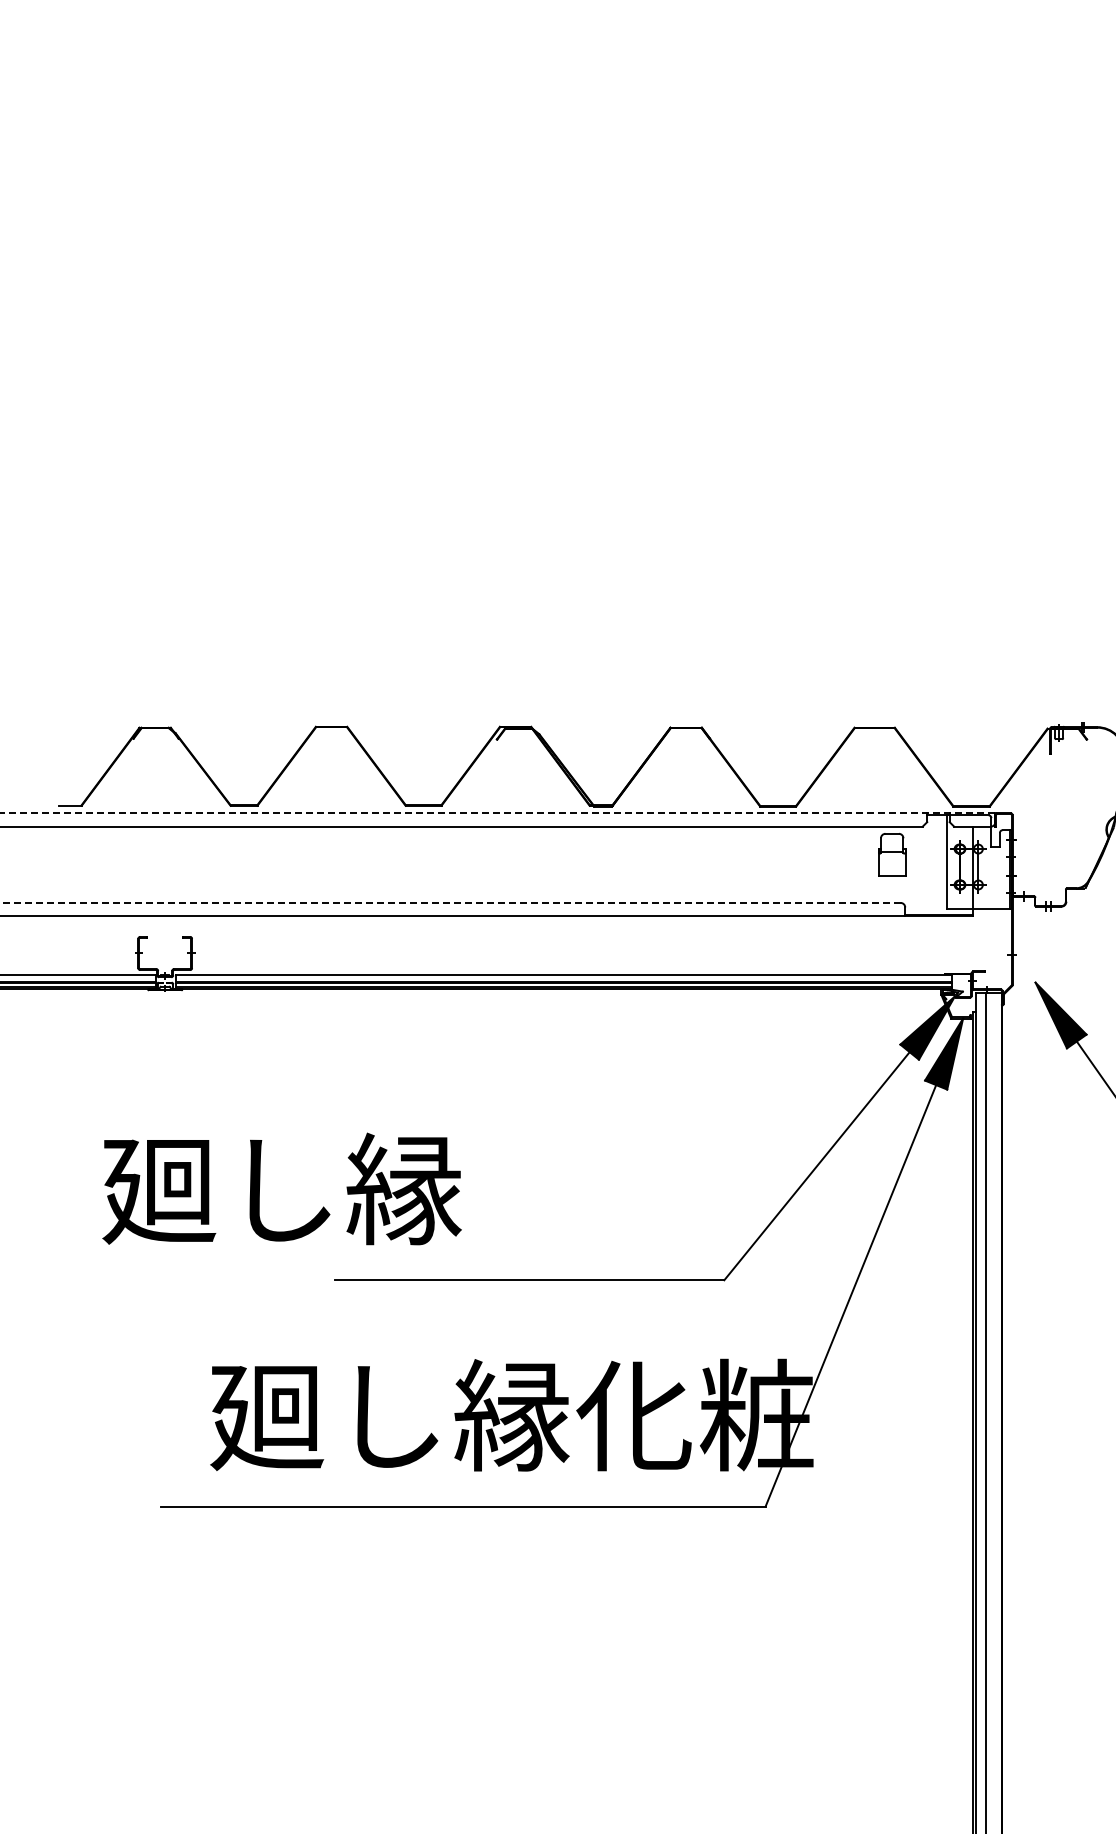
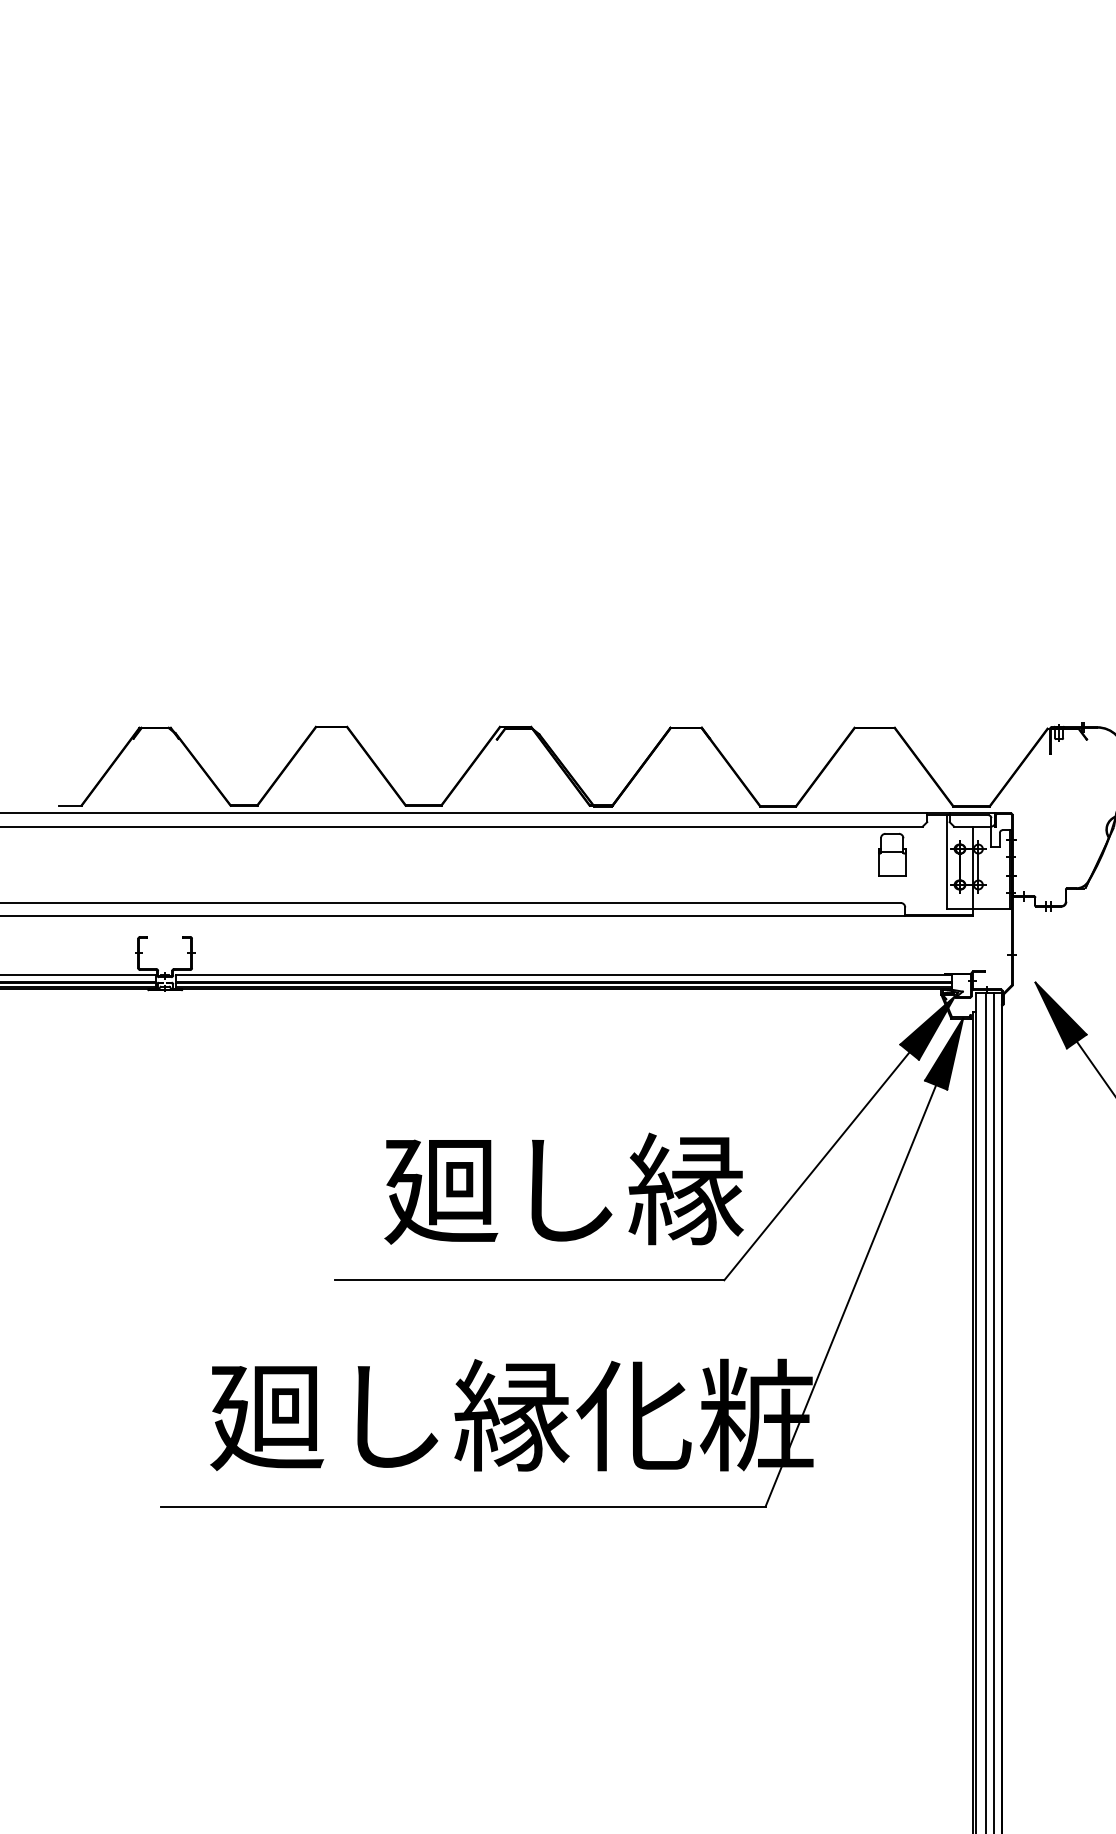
line at (497, 813): dashed -> solid
line at (450, 902): dashed -> solid
text at (281, 1188) position: (281, 1188) -> (563, 1188)
line at (993, 1411): none -> present
